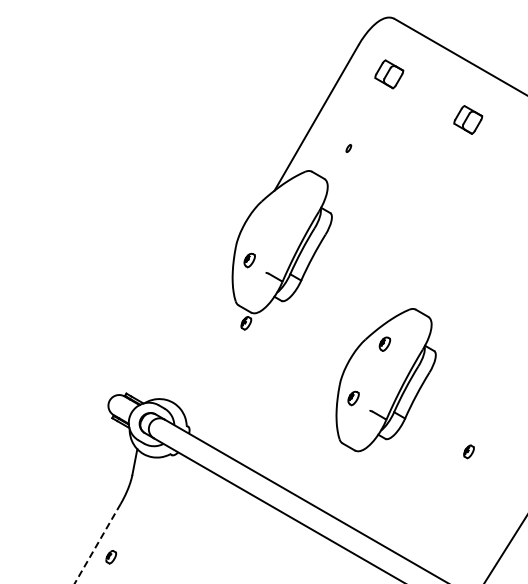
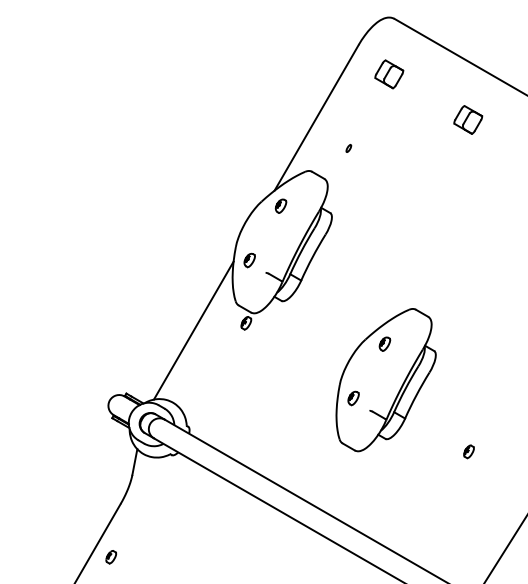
part at (280, 205): none -> present
line at (193, 330): none -> present
line at (97, 543): dashed -> solid
